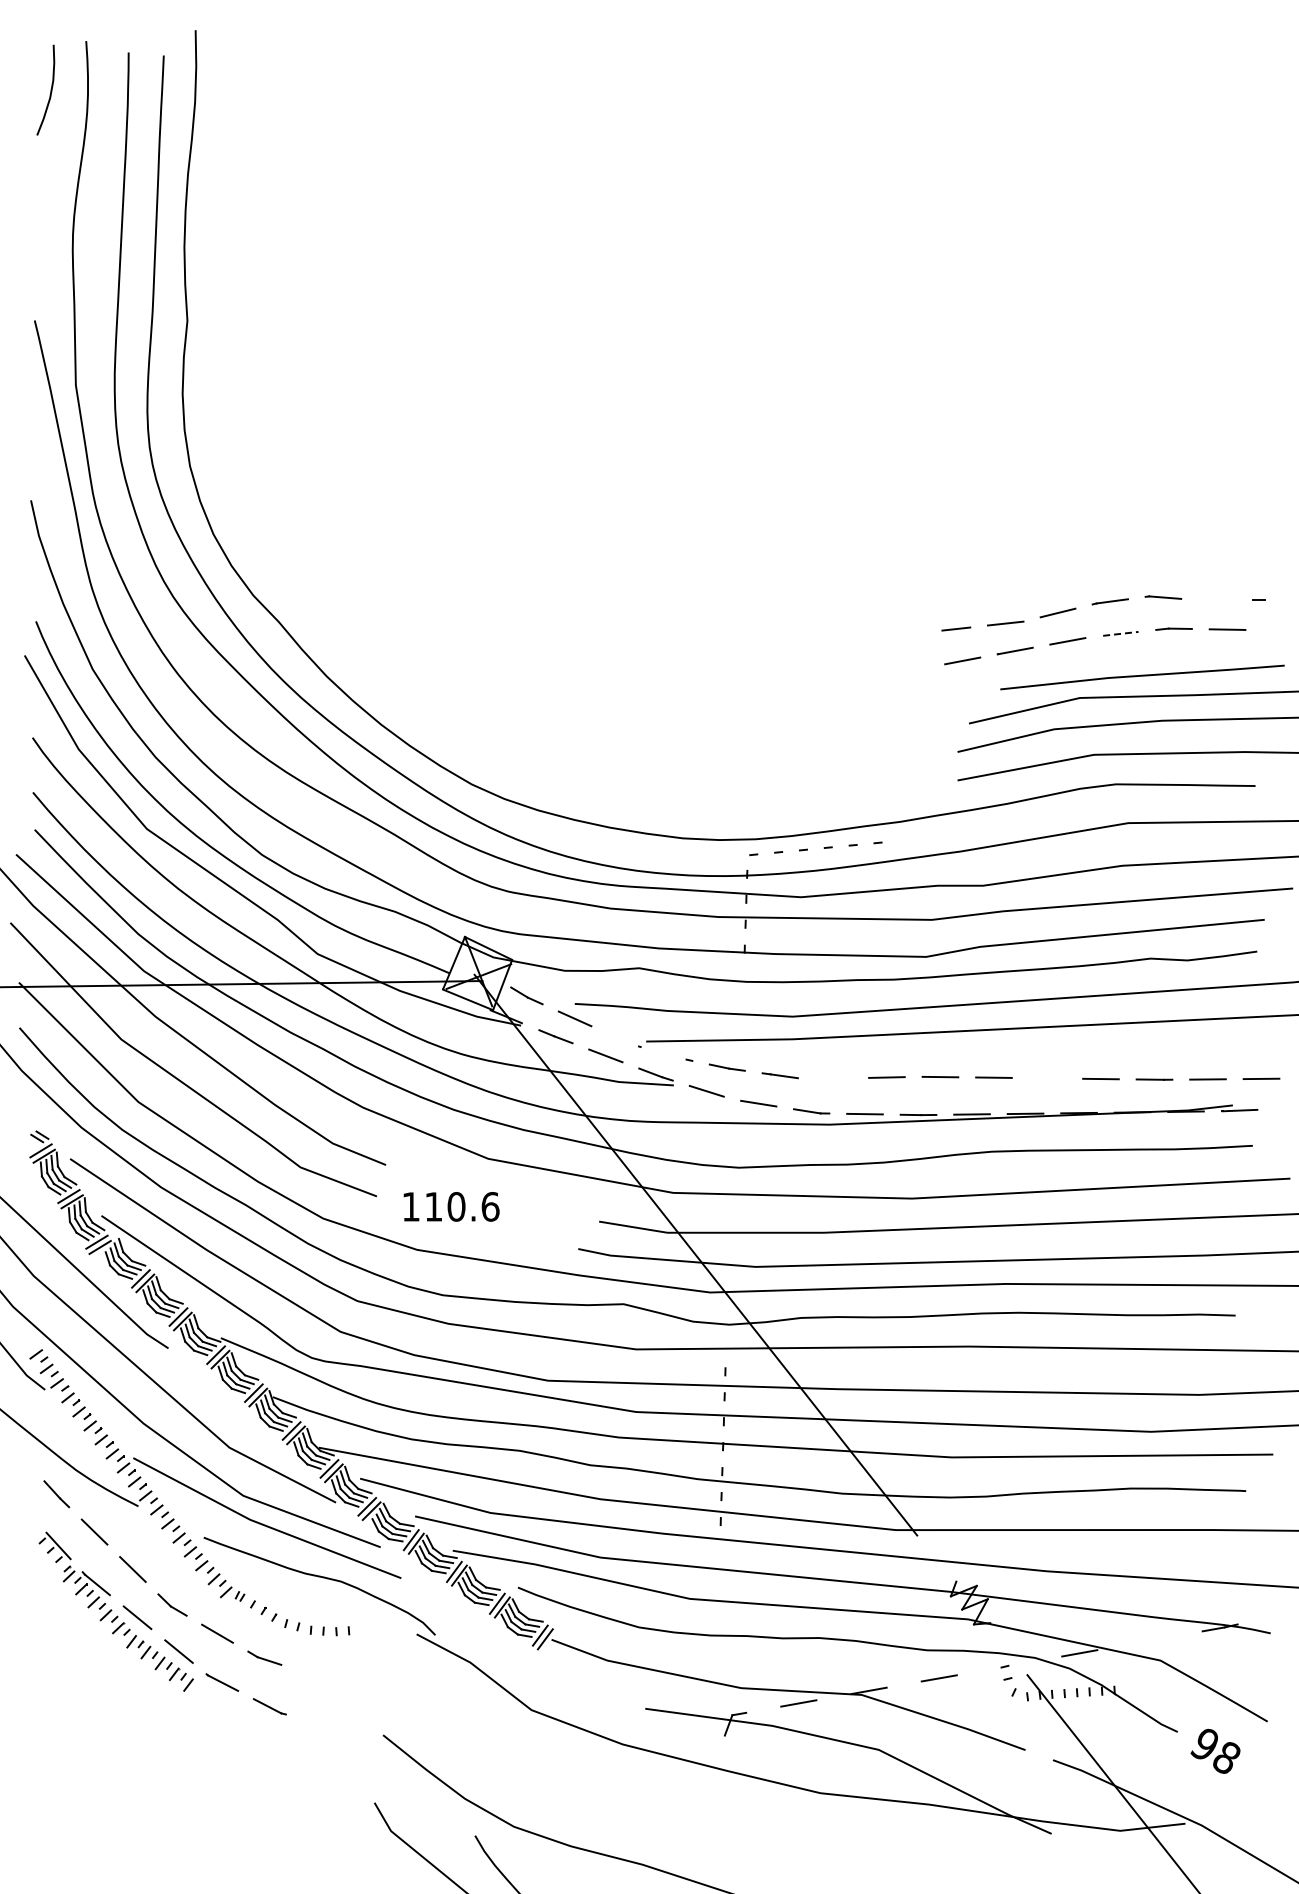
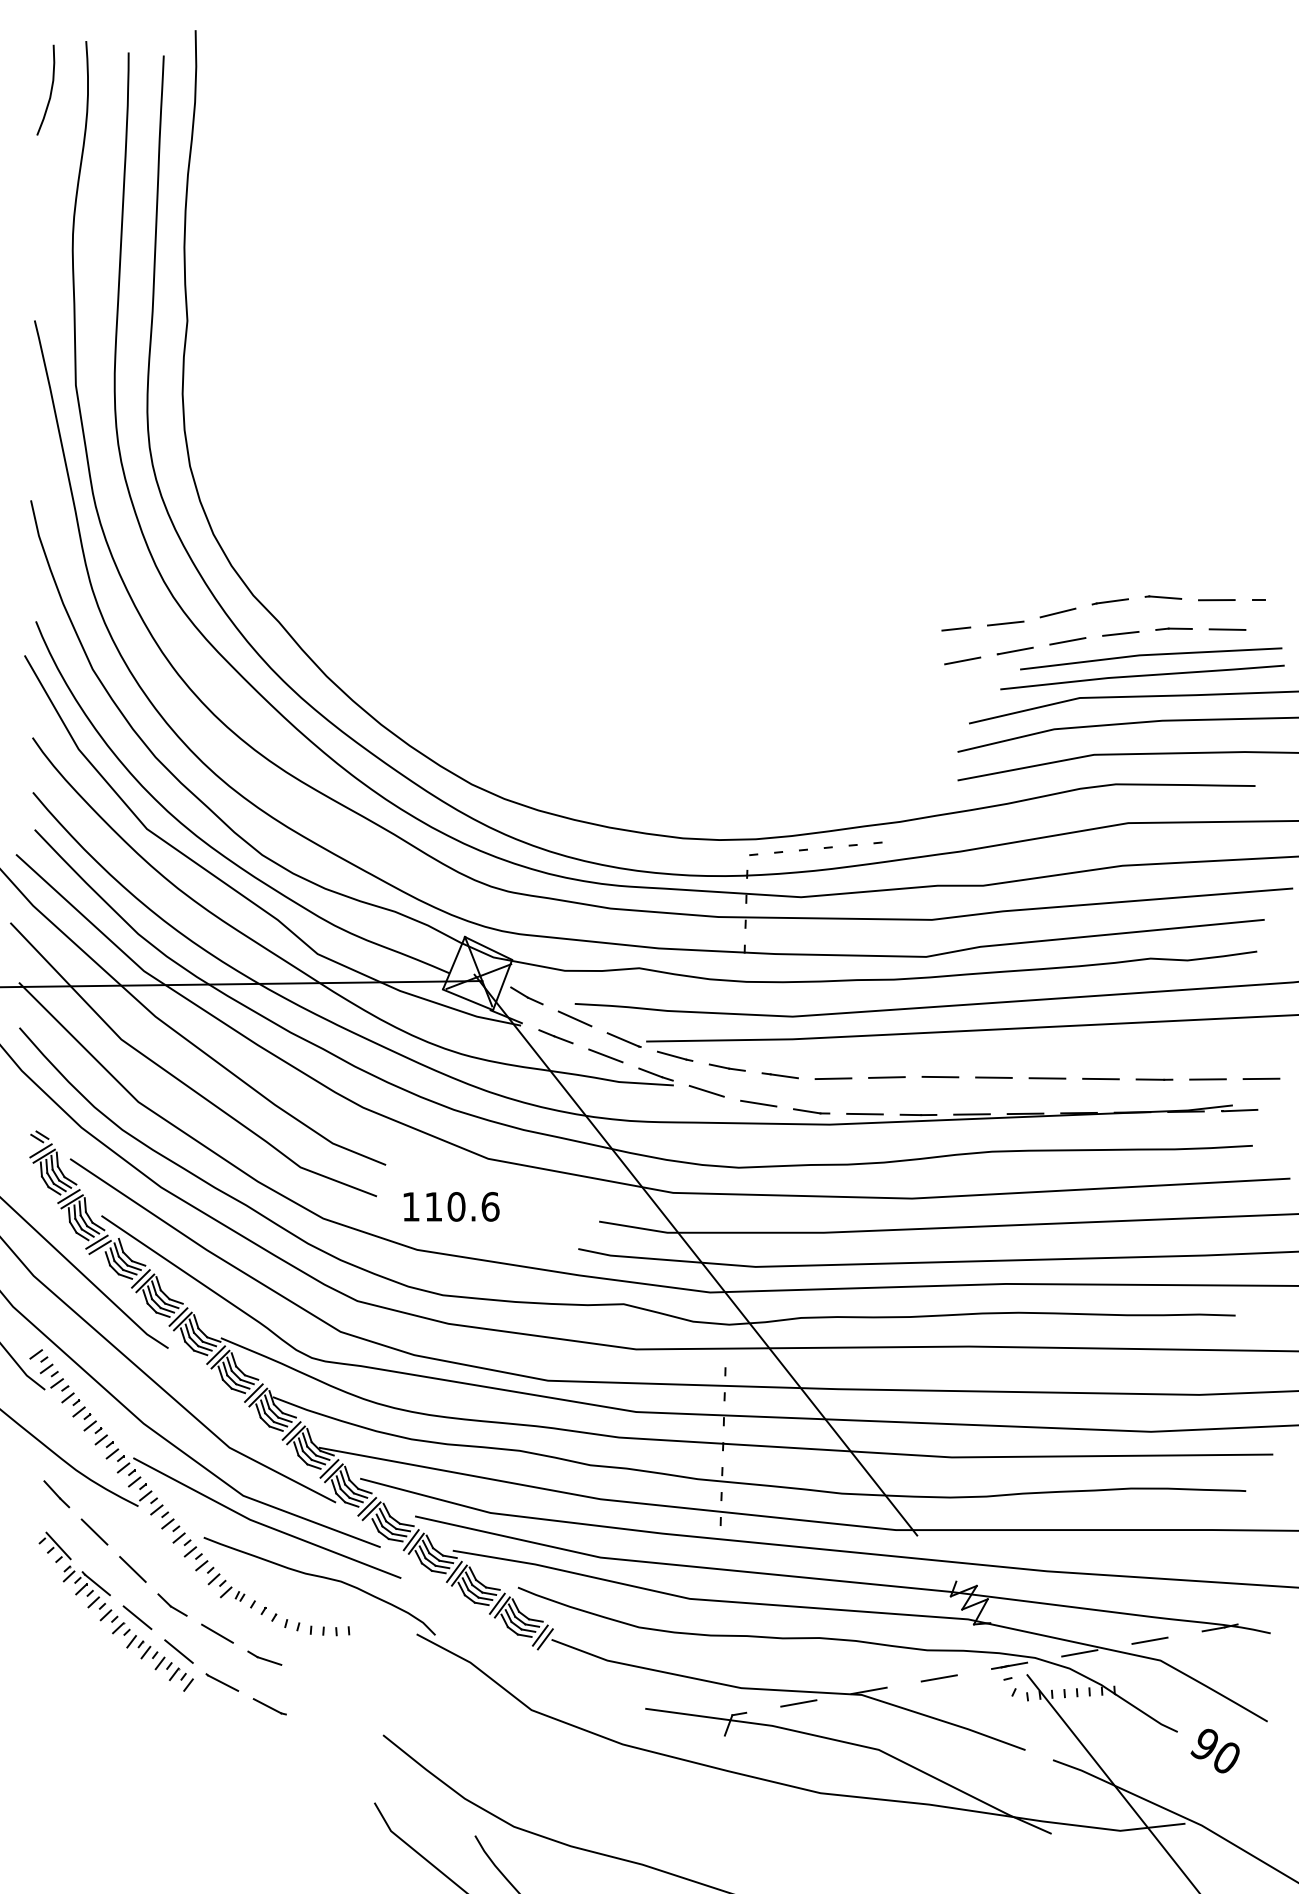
line at (1216, 600): none -> present
line at (1120, 633): dashed -> solid
line at (1151, 655): none -> present
line at (623, 1039): none -> present
line at (671, 1055): none -> present
line at (833, 1078): none -> present
line at (1047, 1078): none -> present
line at (1149, 1640): none -> present
line at (1009, 1665): none -> present
text at (1226, 1757): 98 -> 90
